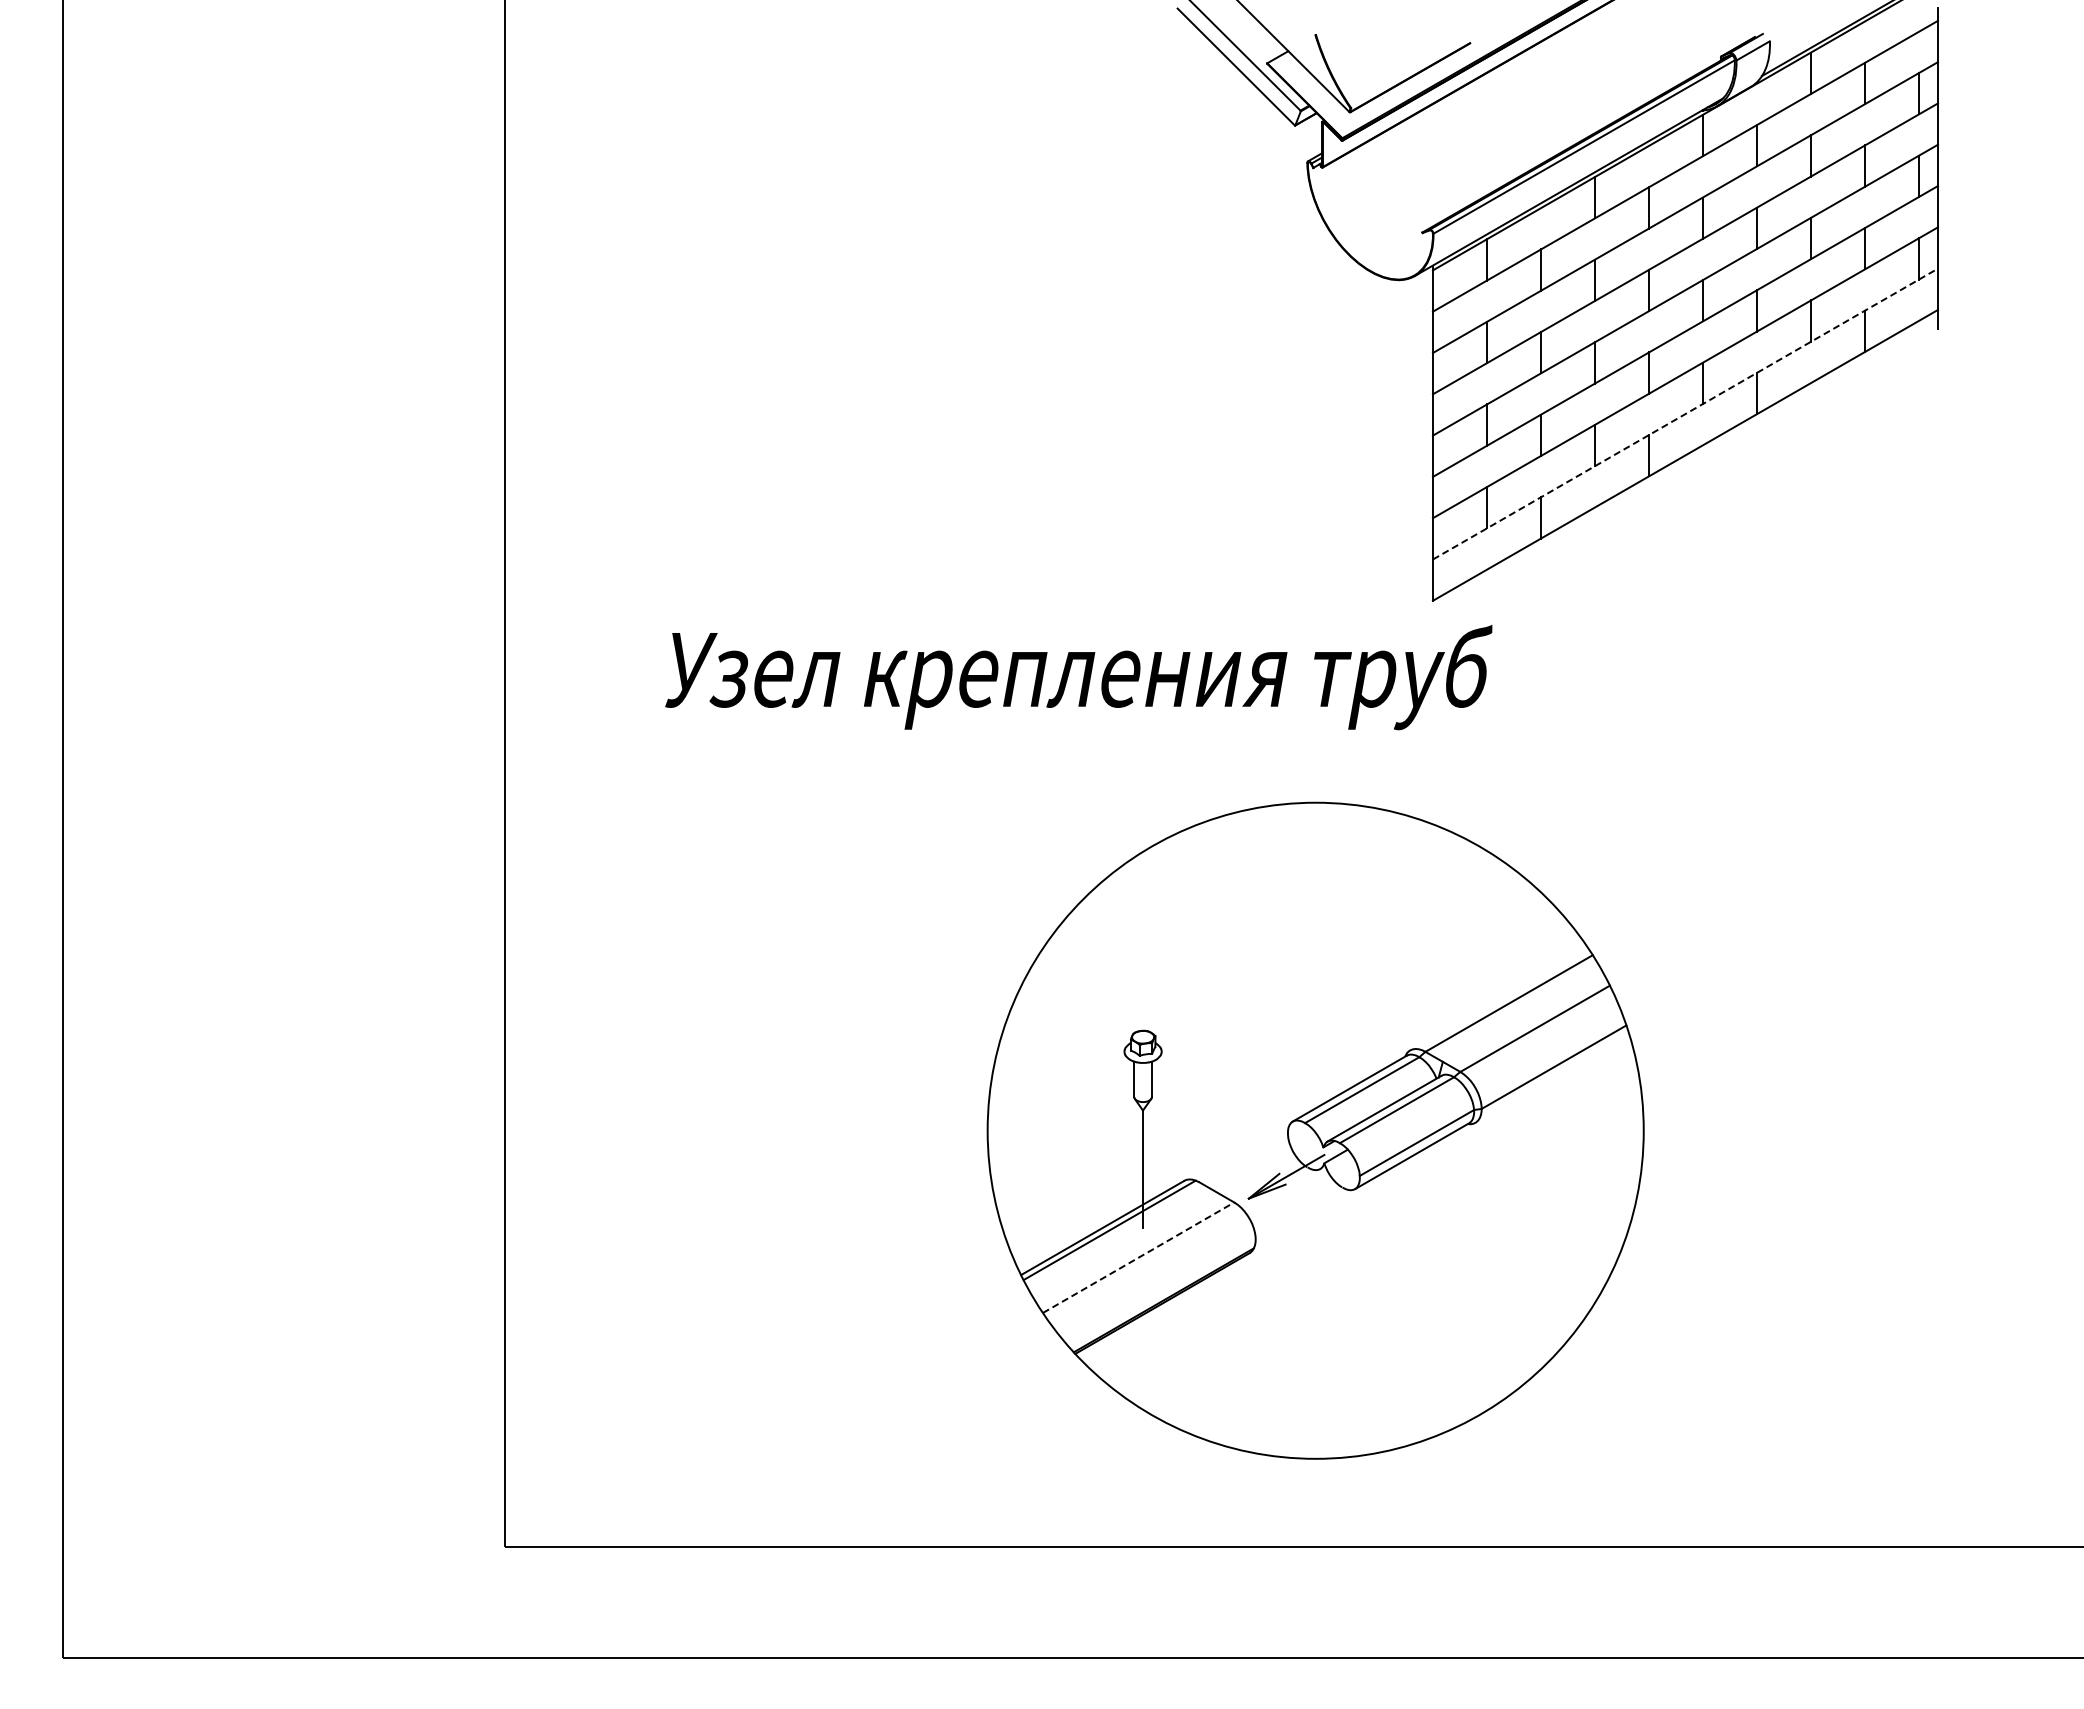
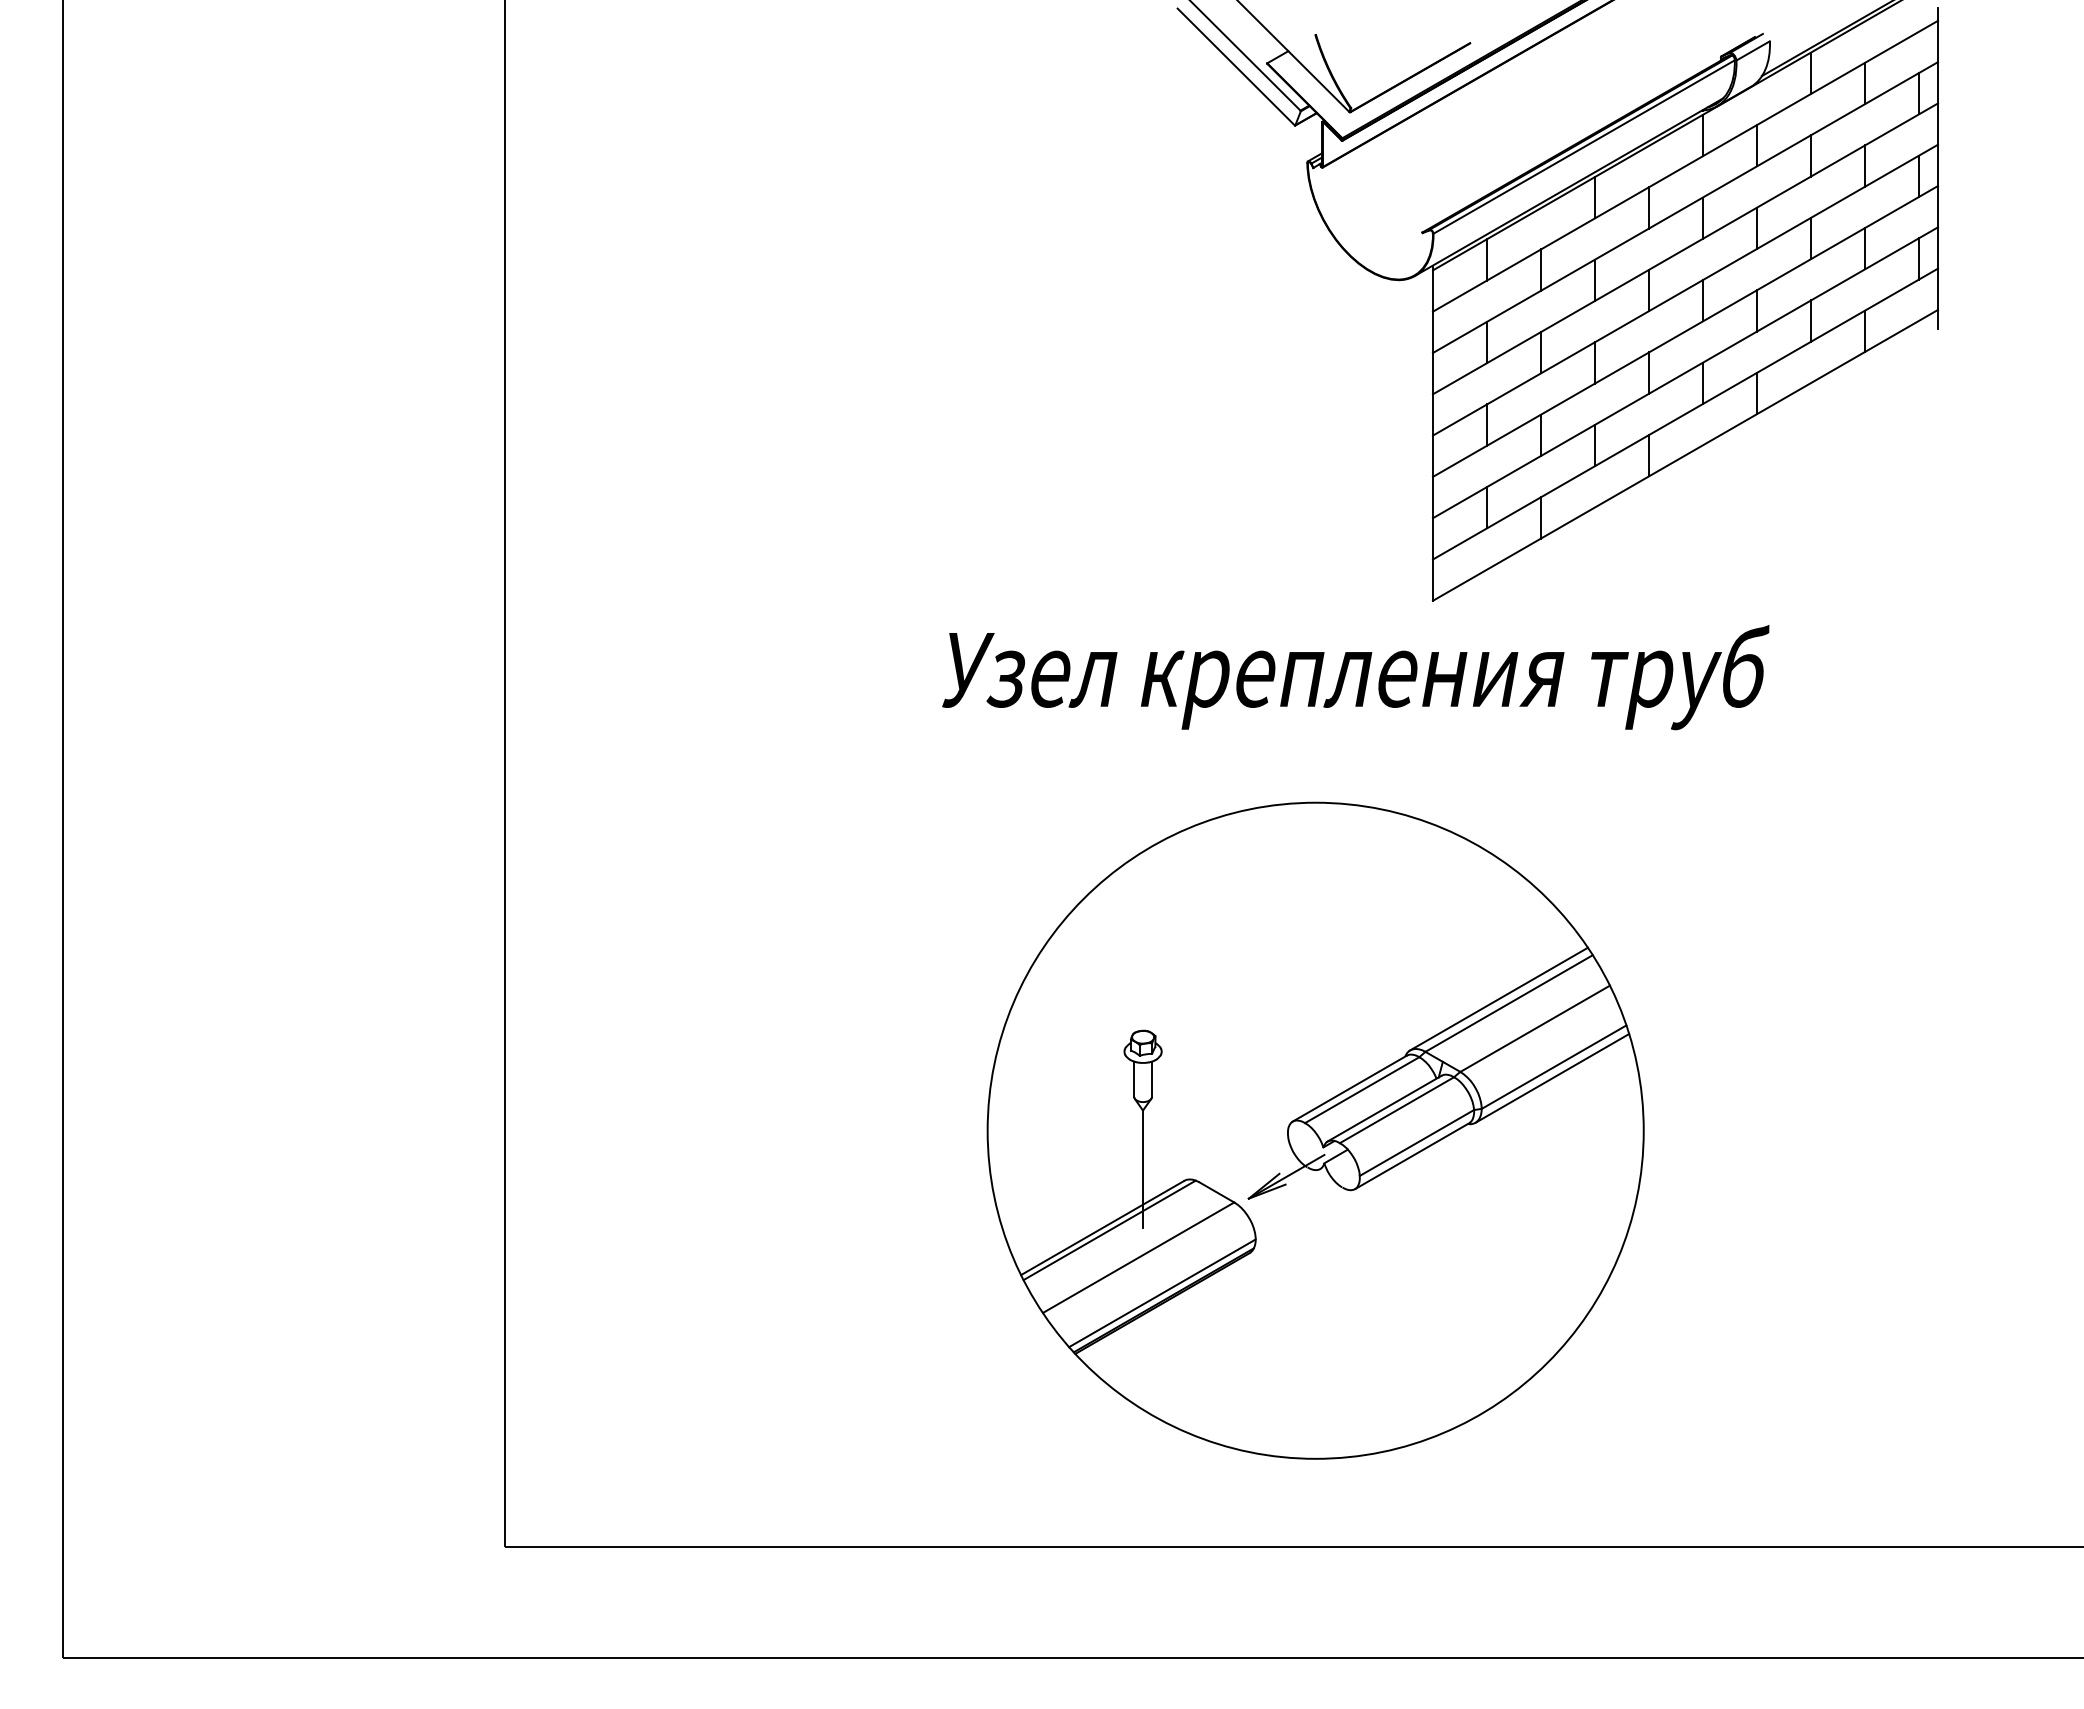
line at (1685, 413): dashed -> solid
text at (1078, 677) position: (1078, 677) -> (1355, 677)
line at (1498, 998): none -> present
line at (1552, 1078): none -> present
line at (1139, 1257): dashed -> solid
line at (1162, 1293): none -> present
